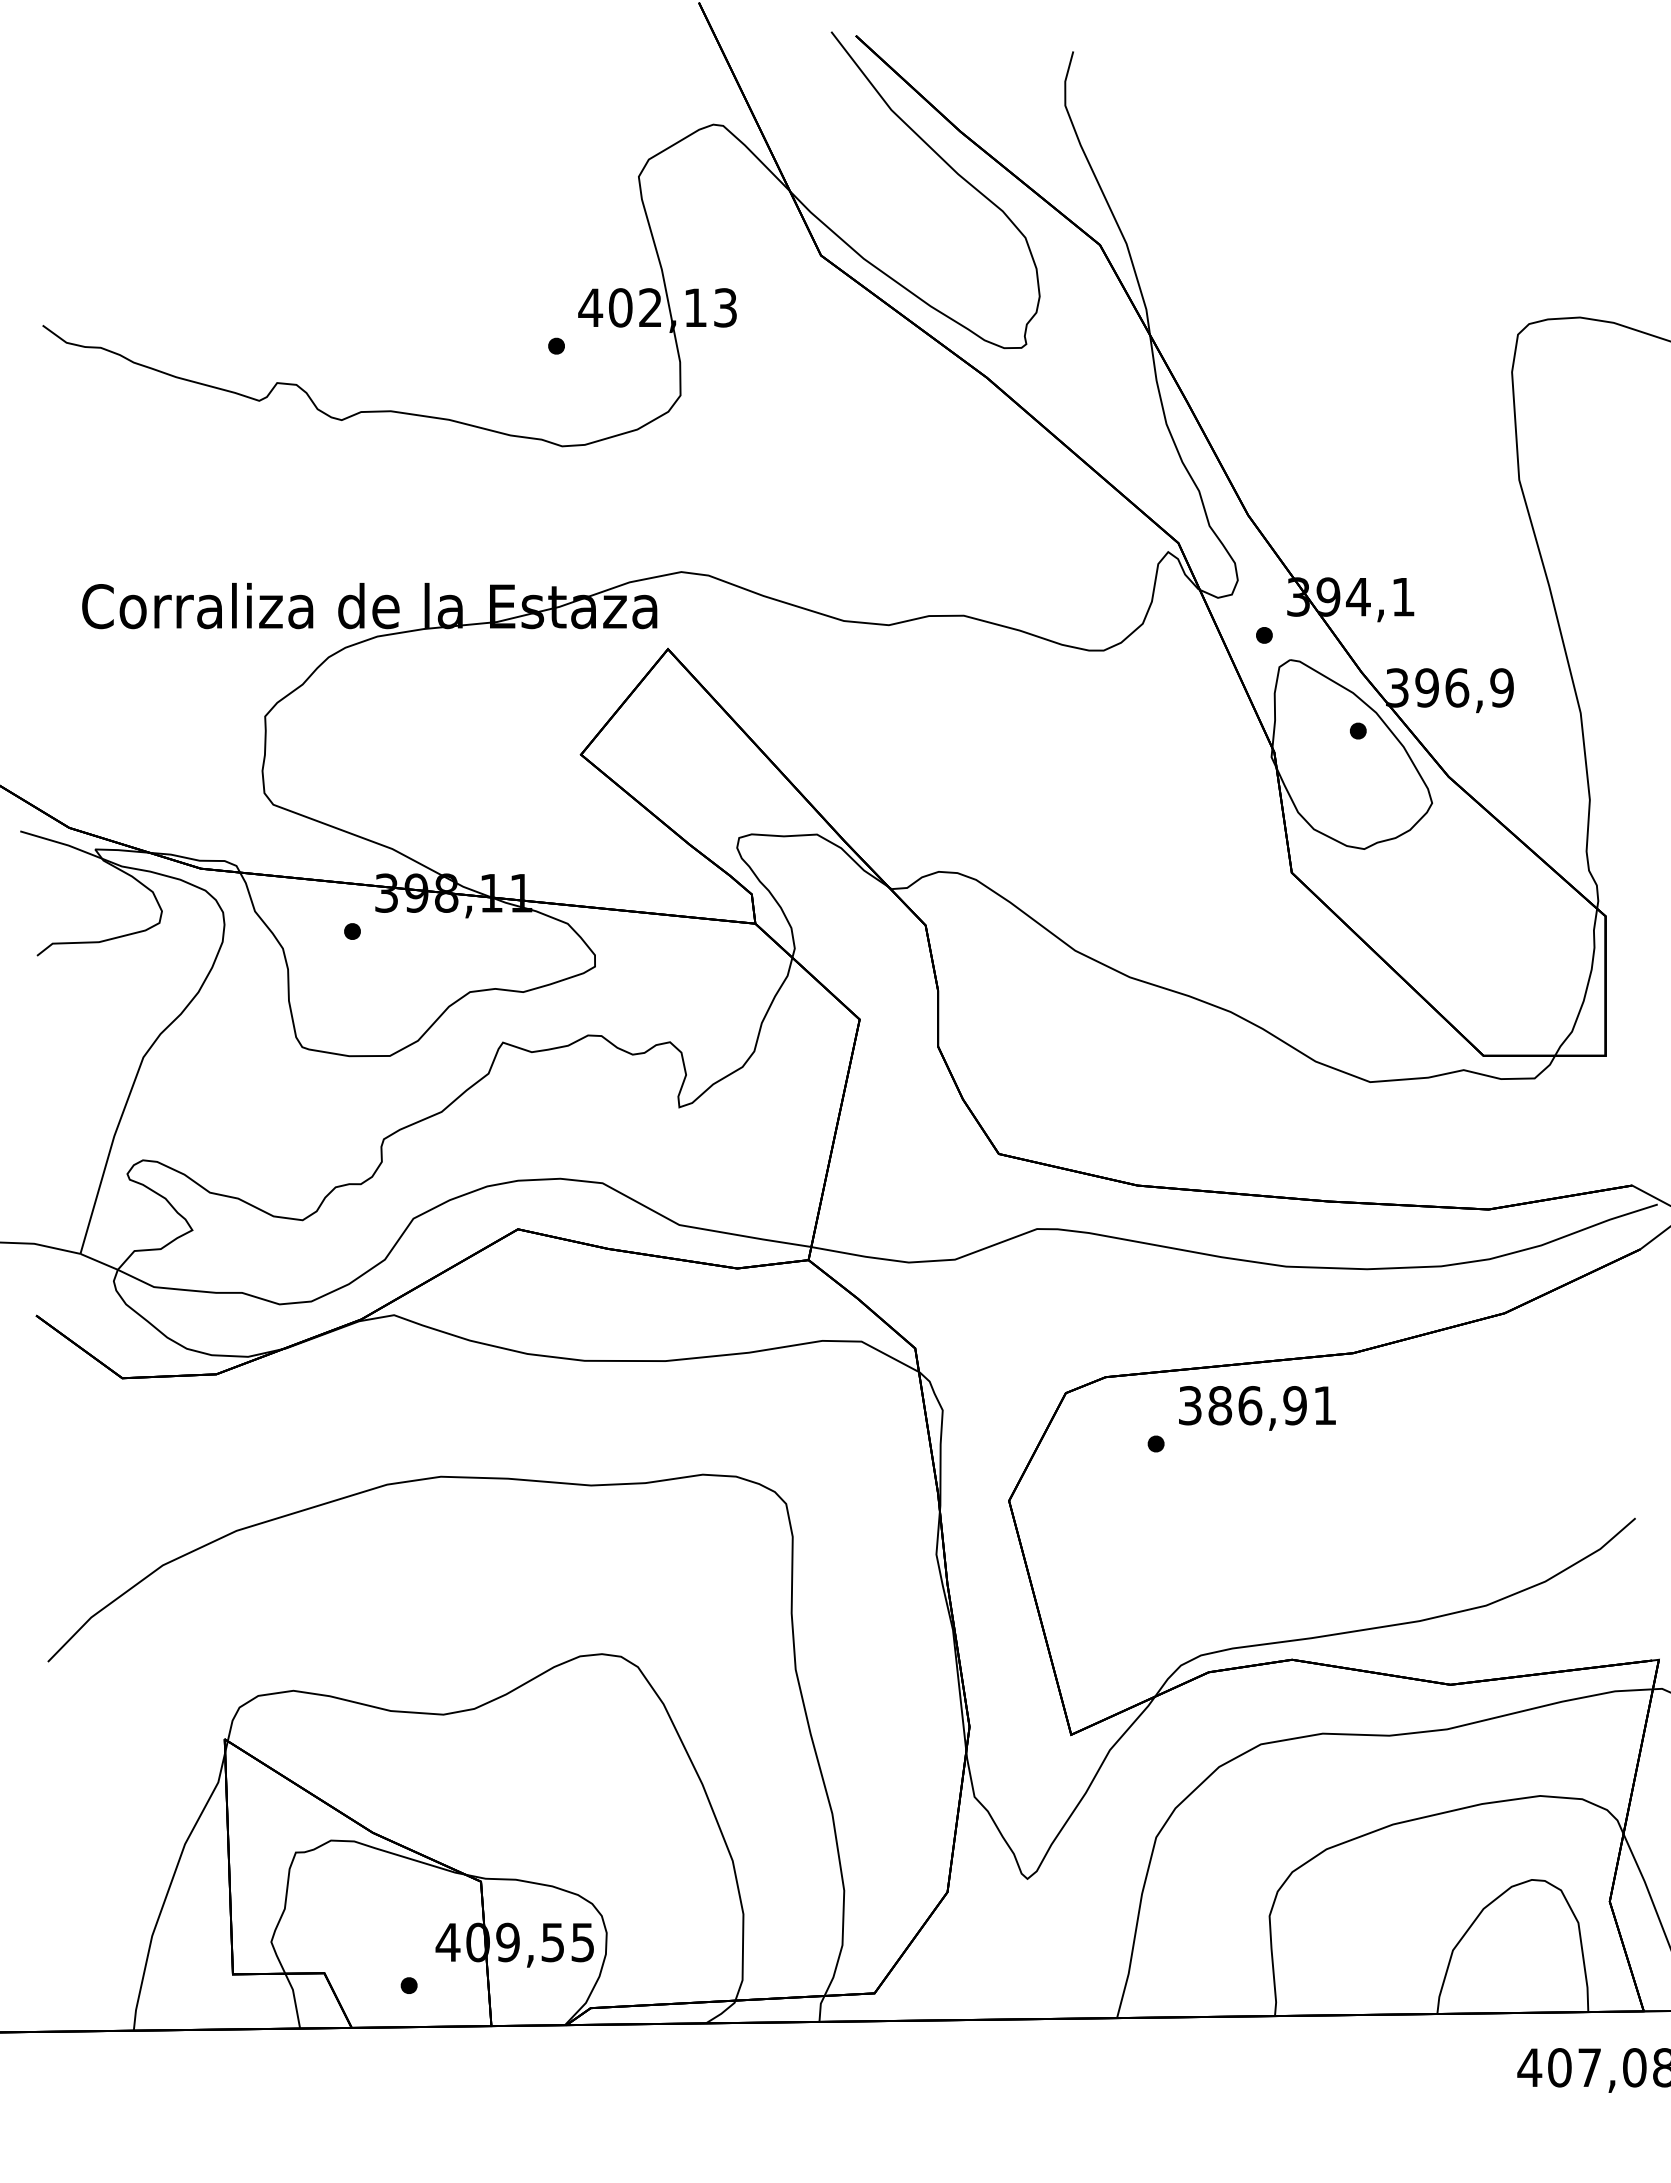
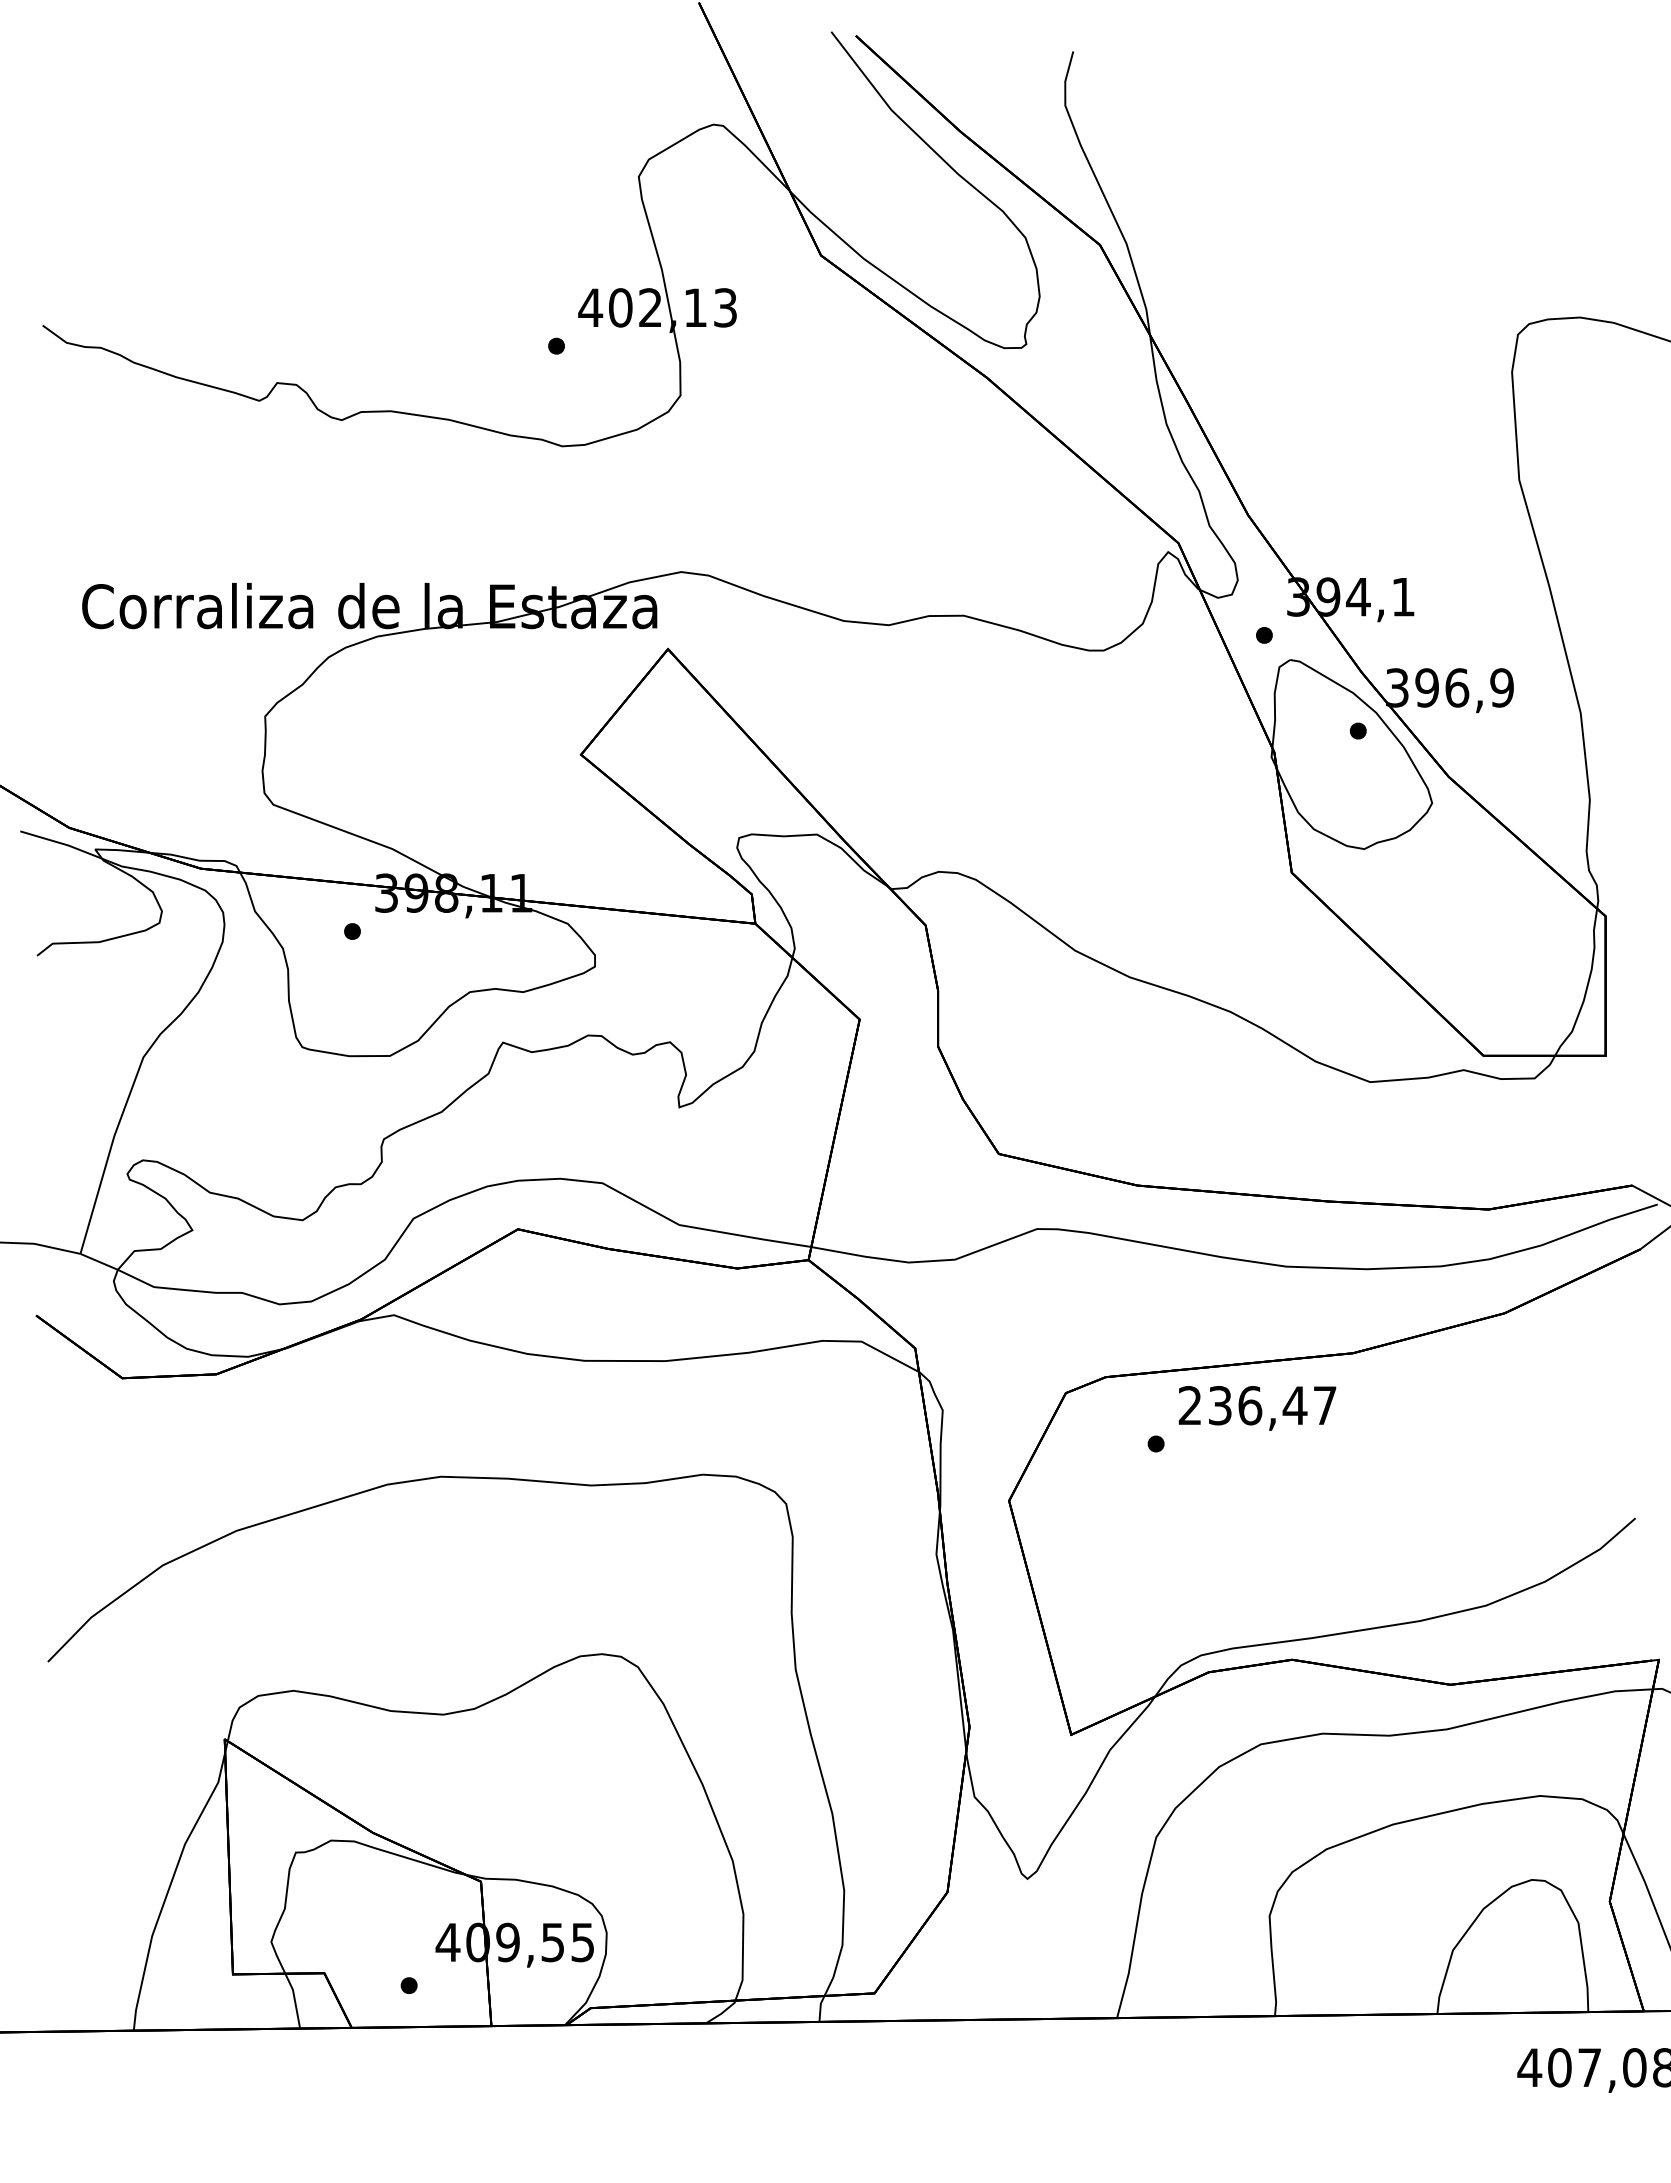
text at (1257, 1405): 386,91 -> 236,47
